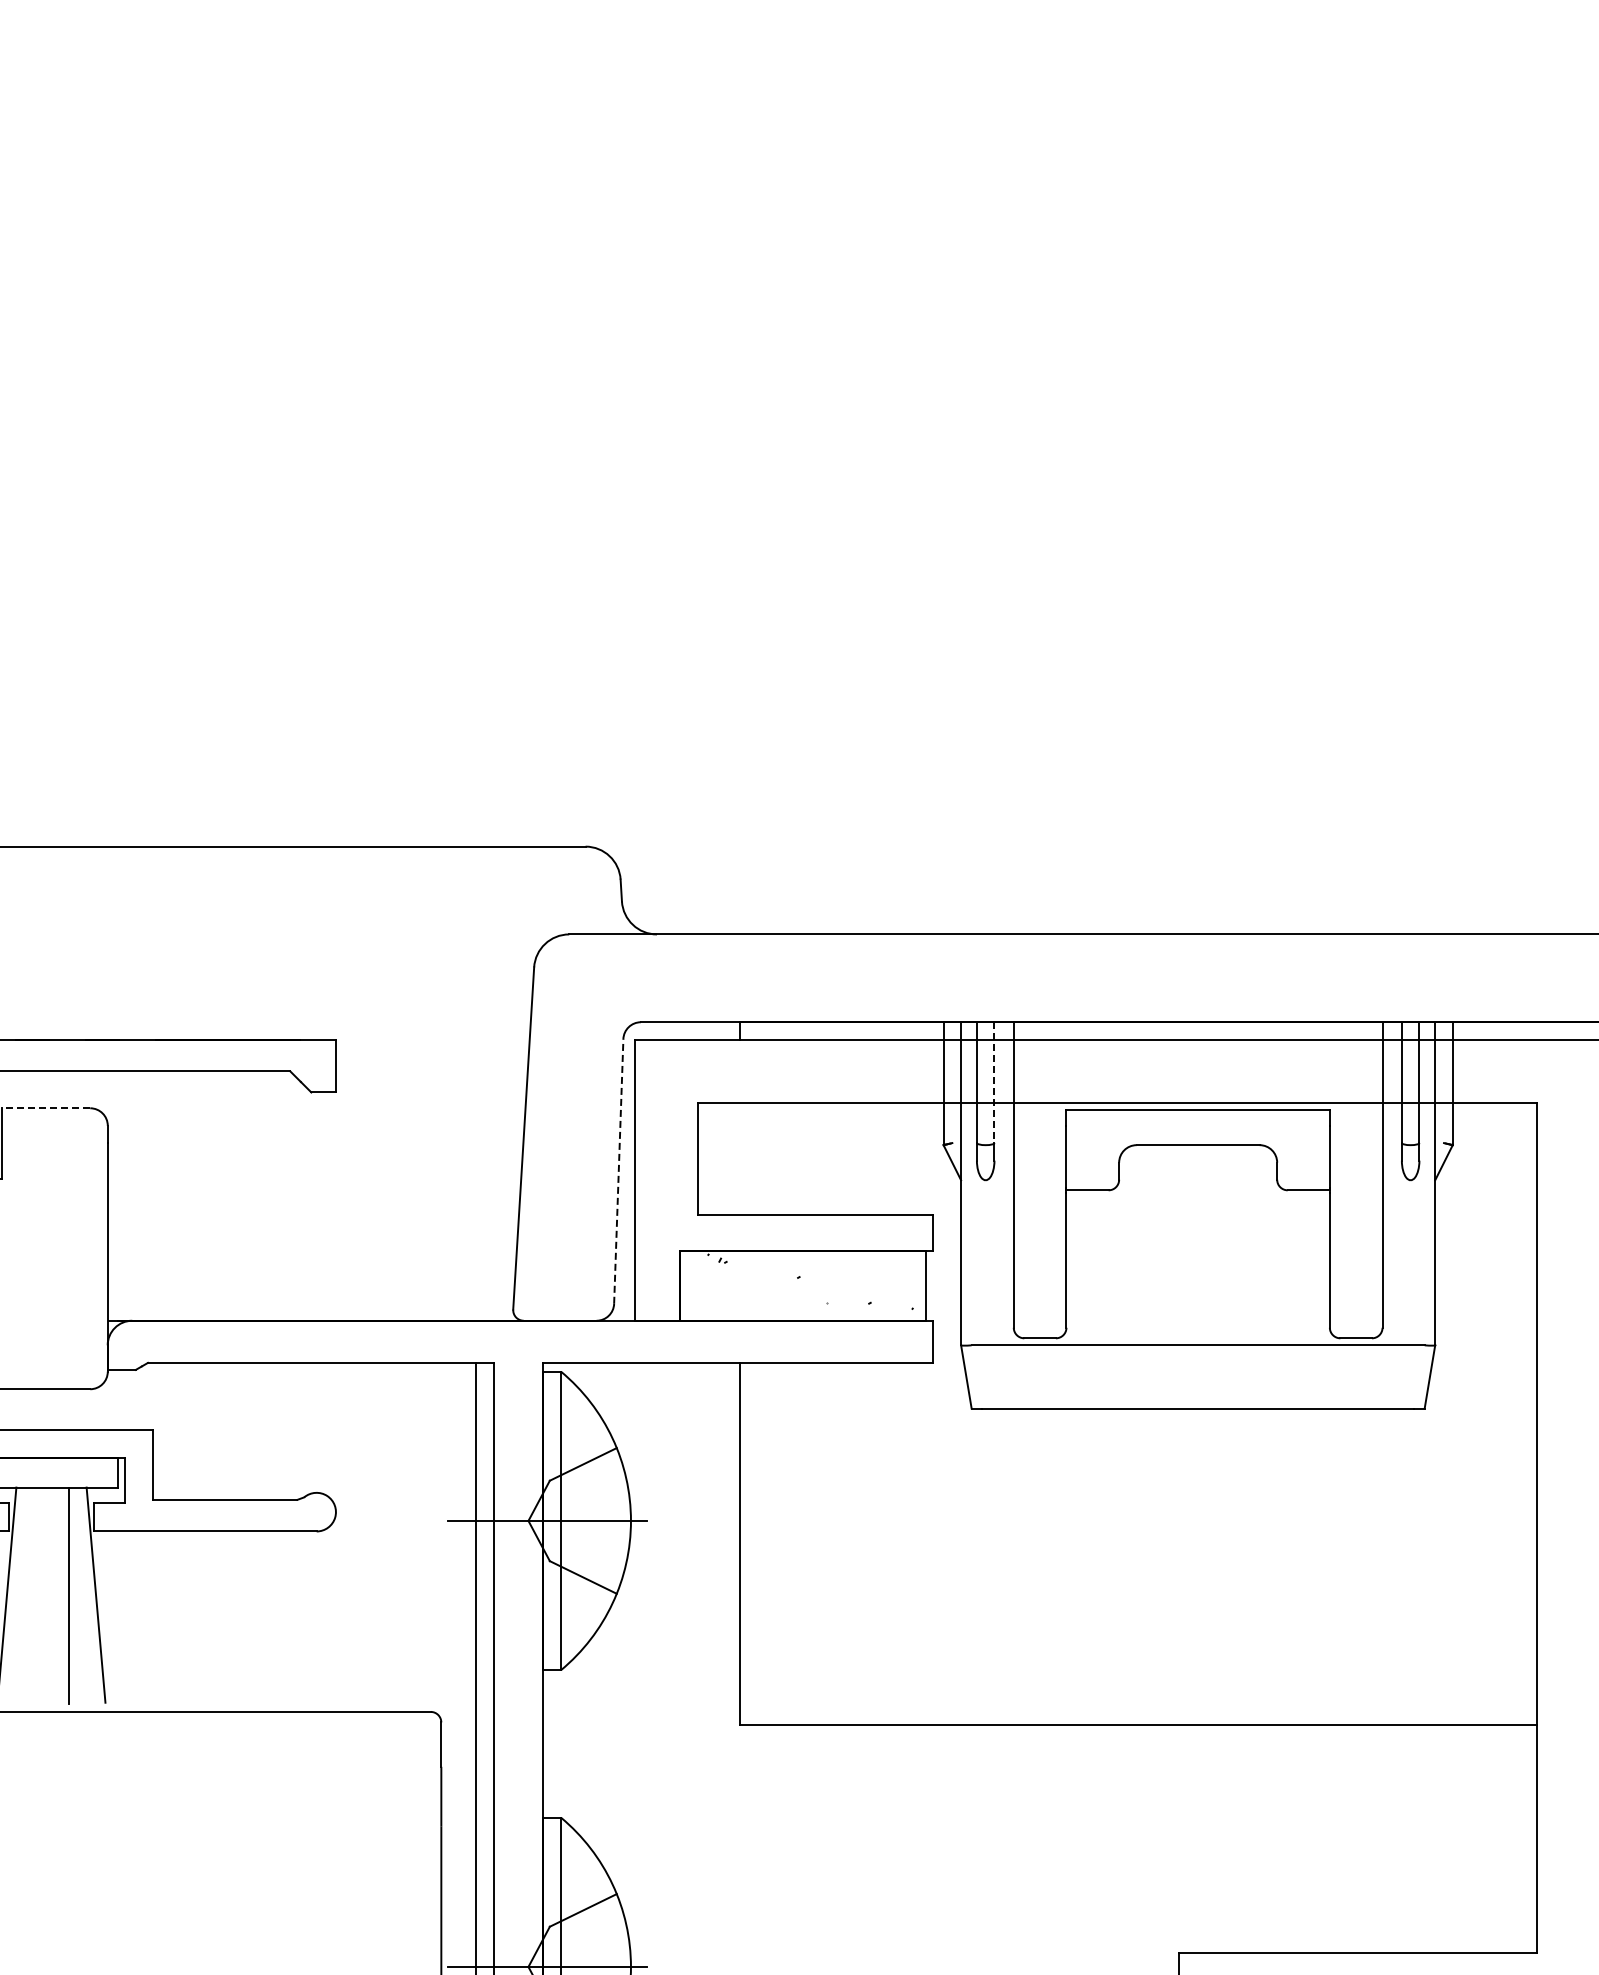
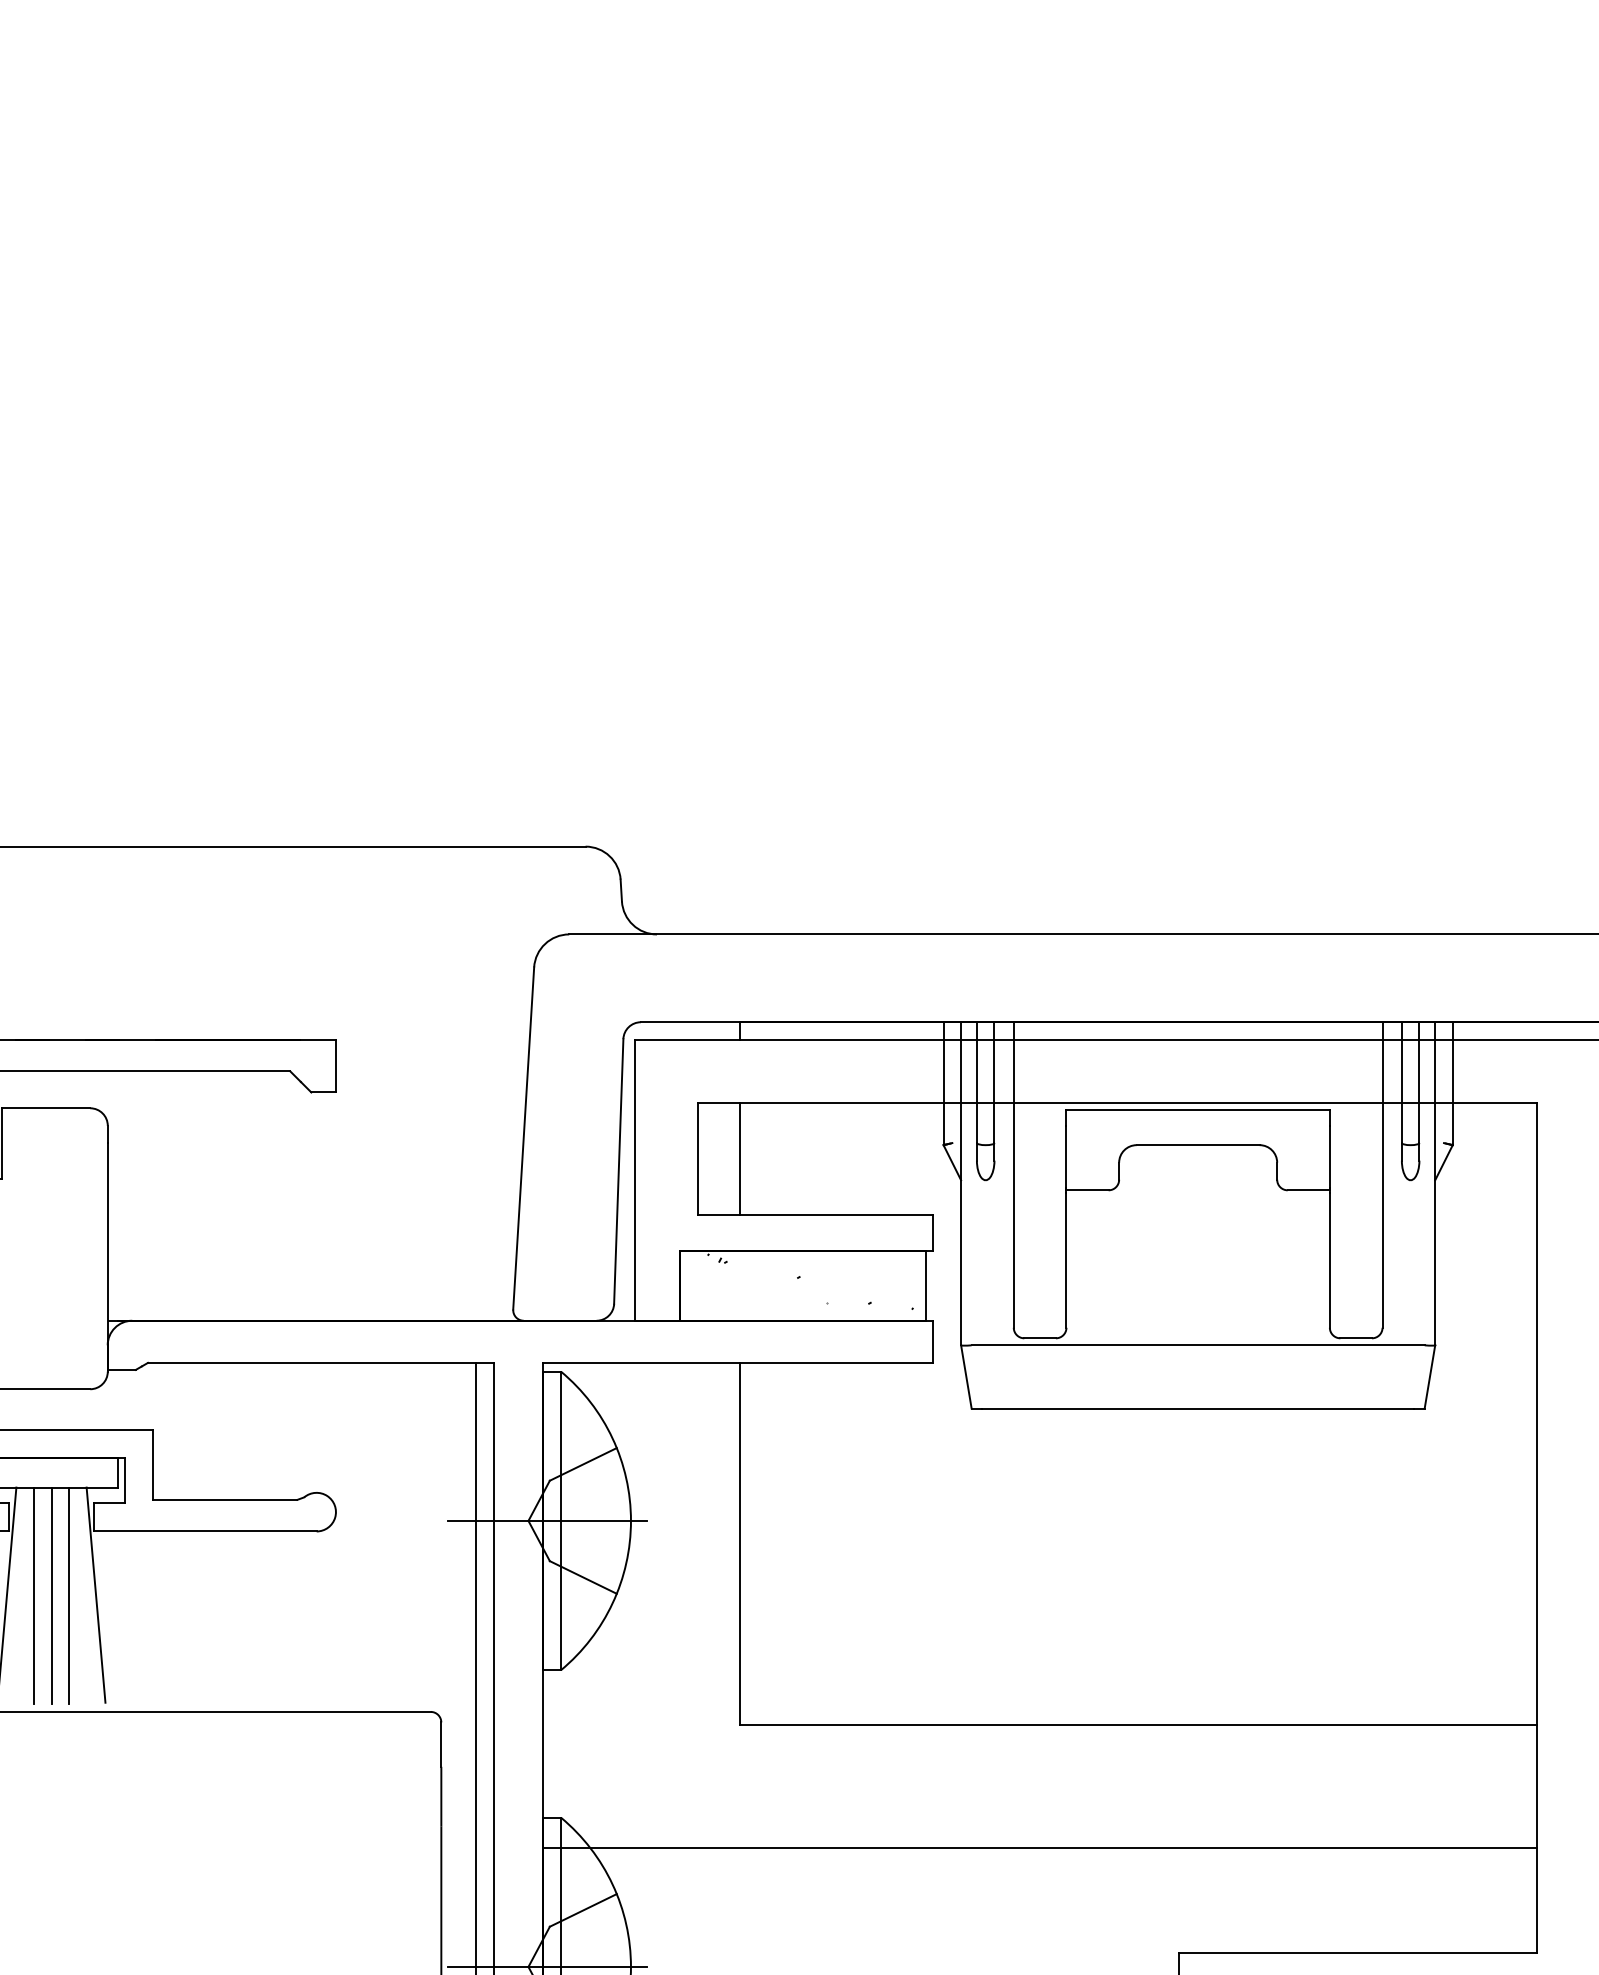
line at (994, 1083): dashed -> solid
line at (46, 1108): dashed -> solid
line at (740, 1159): none -> present
line at (618, 1171): dashed -> solid
line at (33, 1595): none -> present
line at (51, 1595): none -> present
line at (1040, 1847): none -> present
